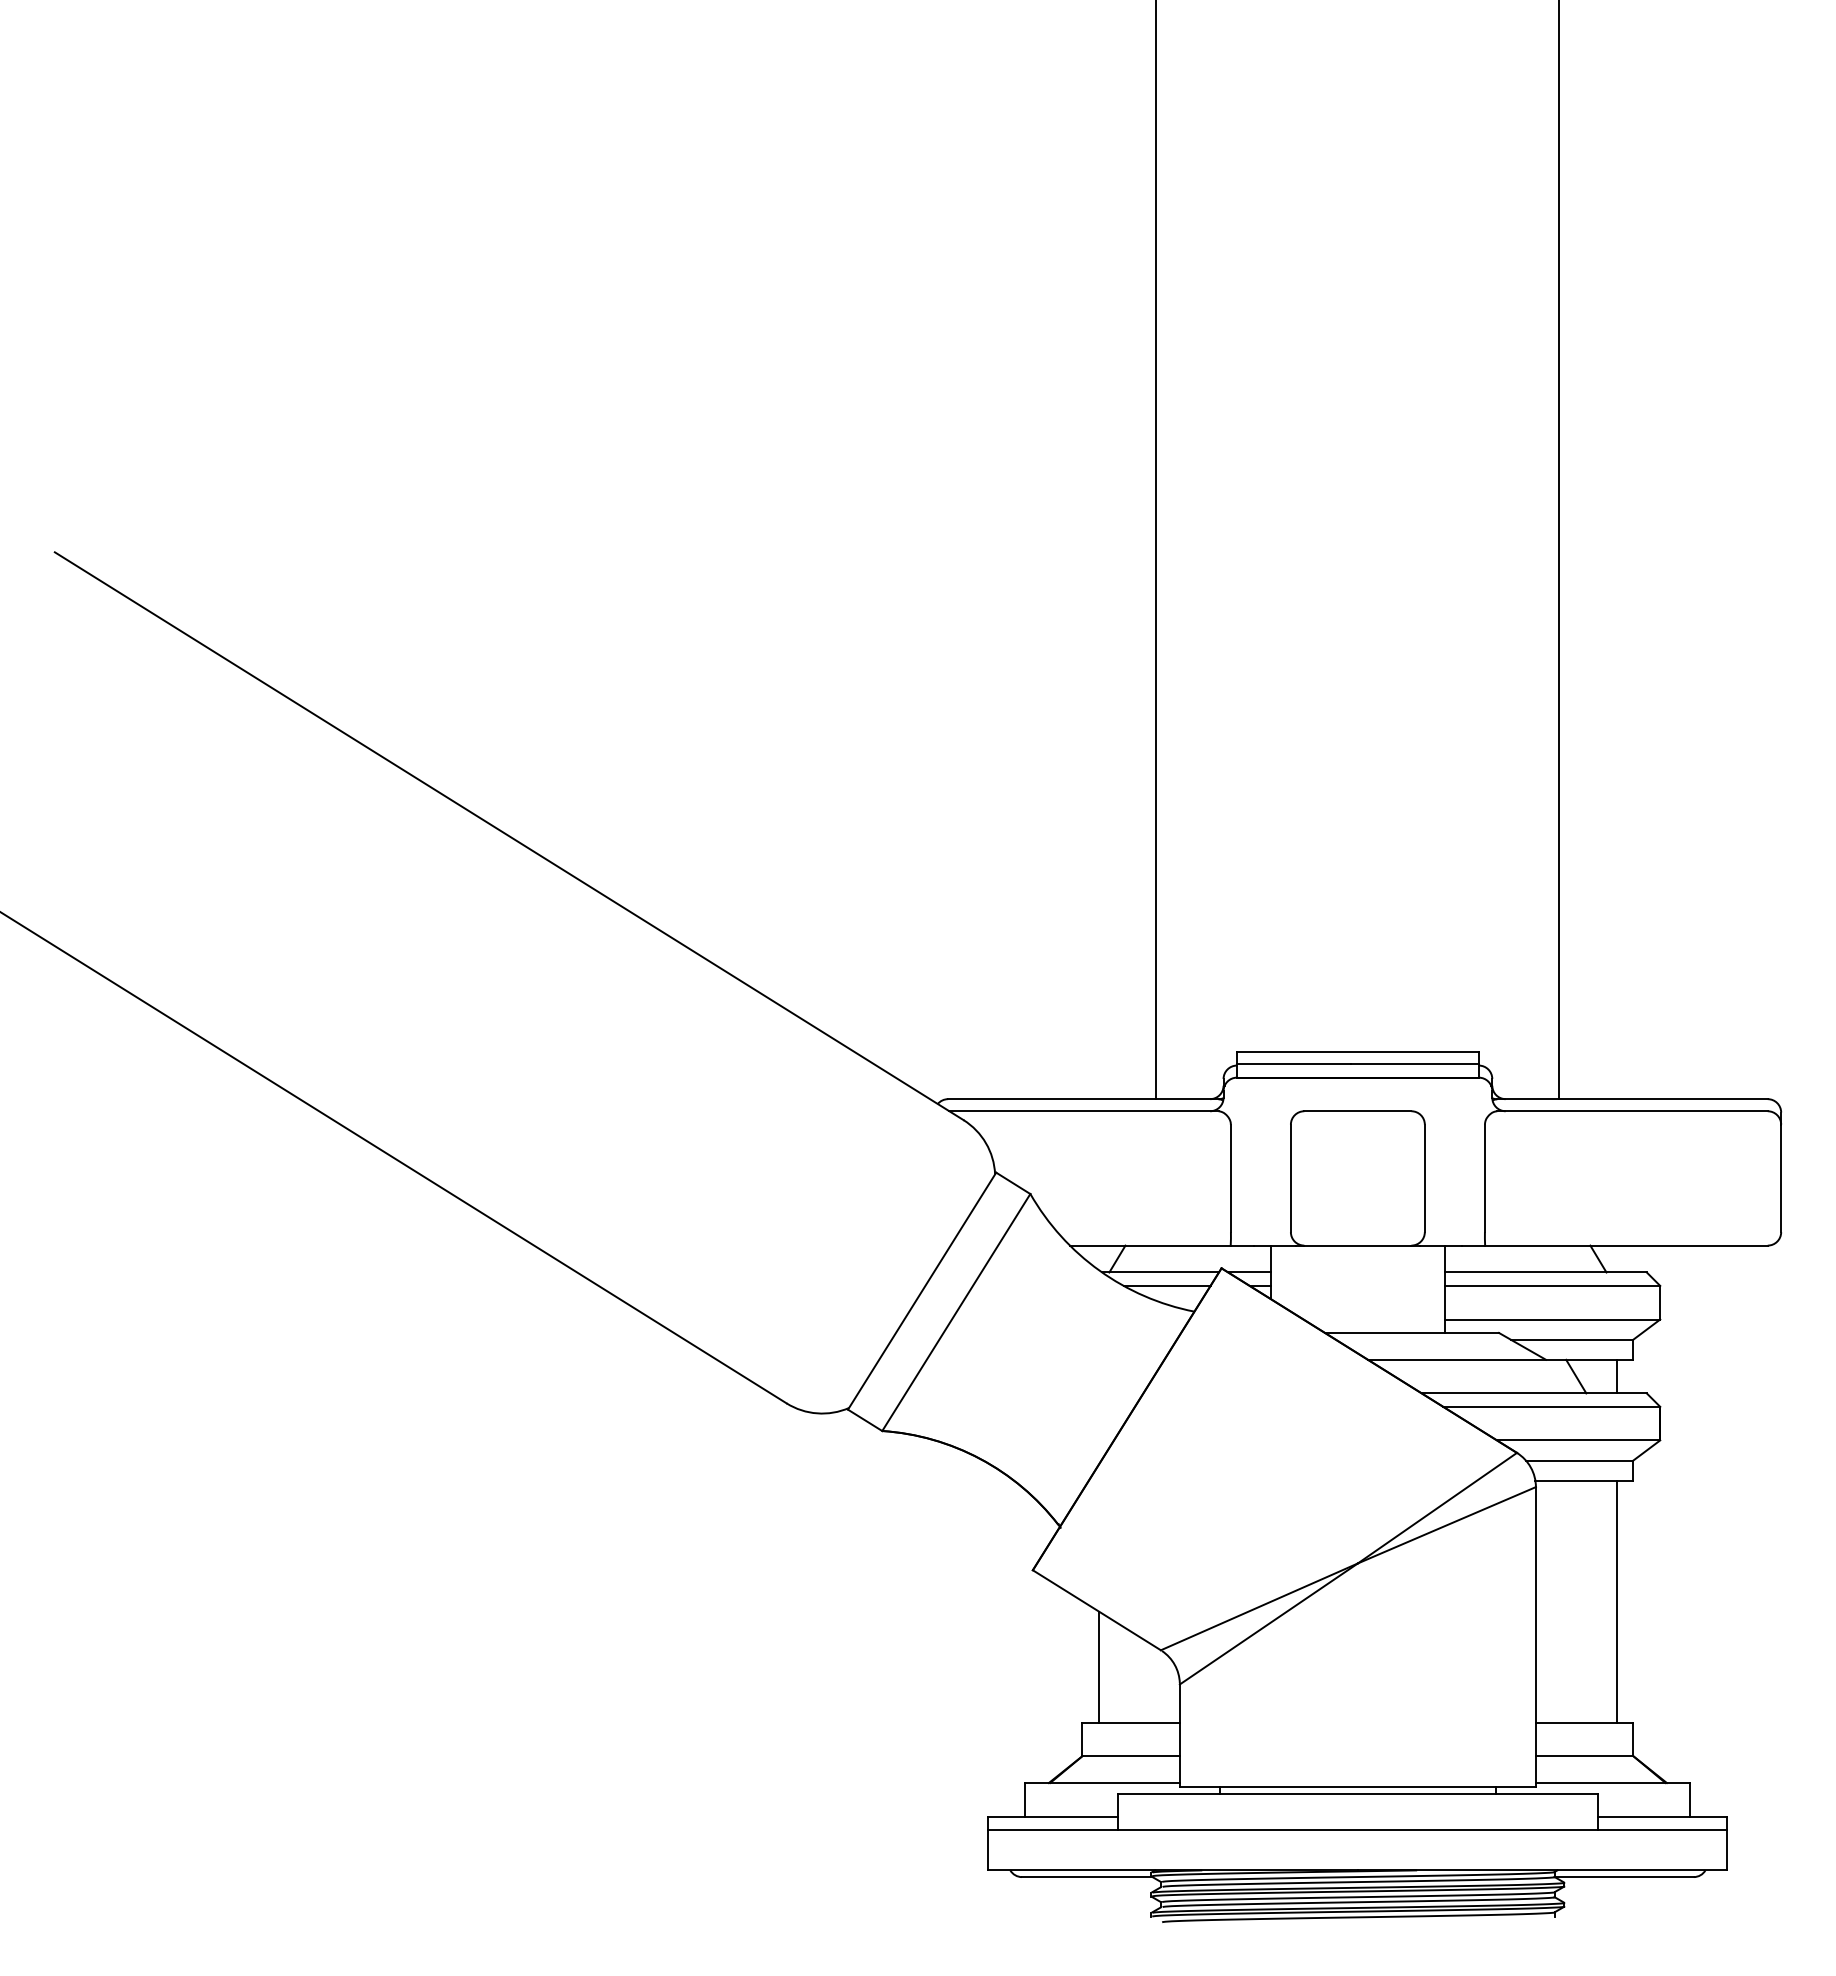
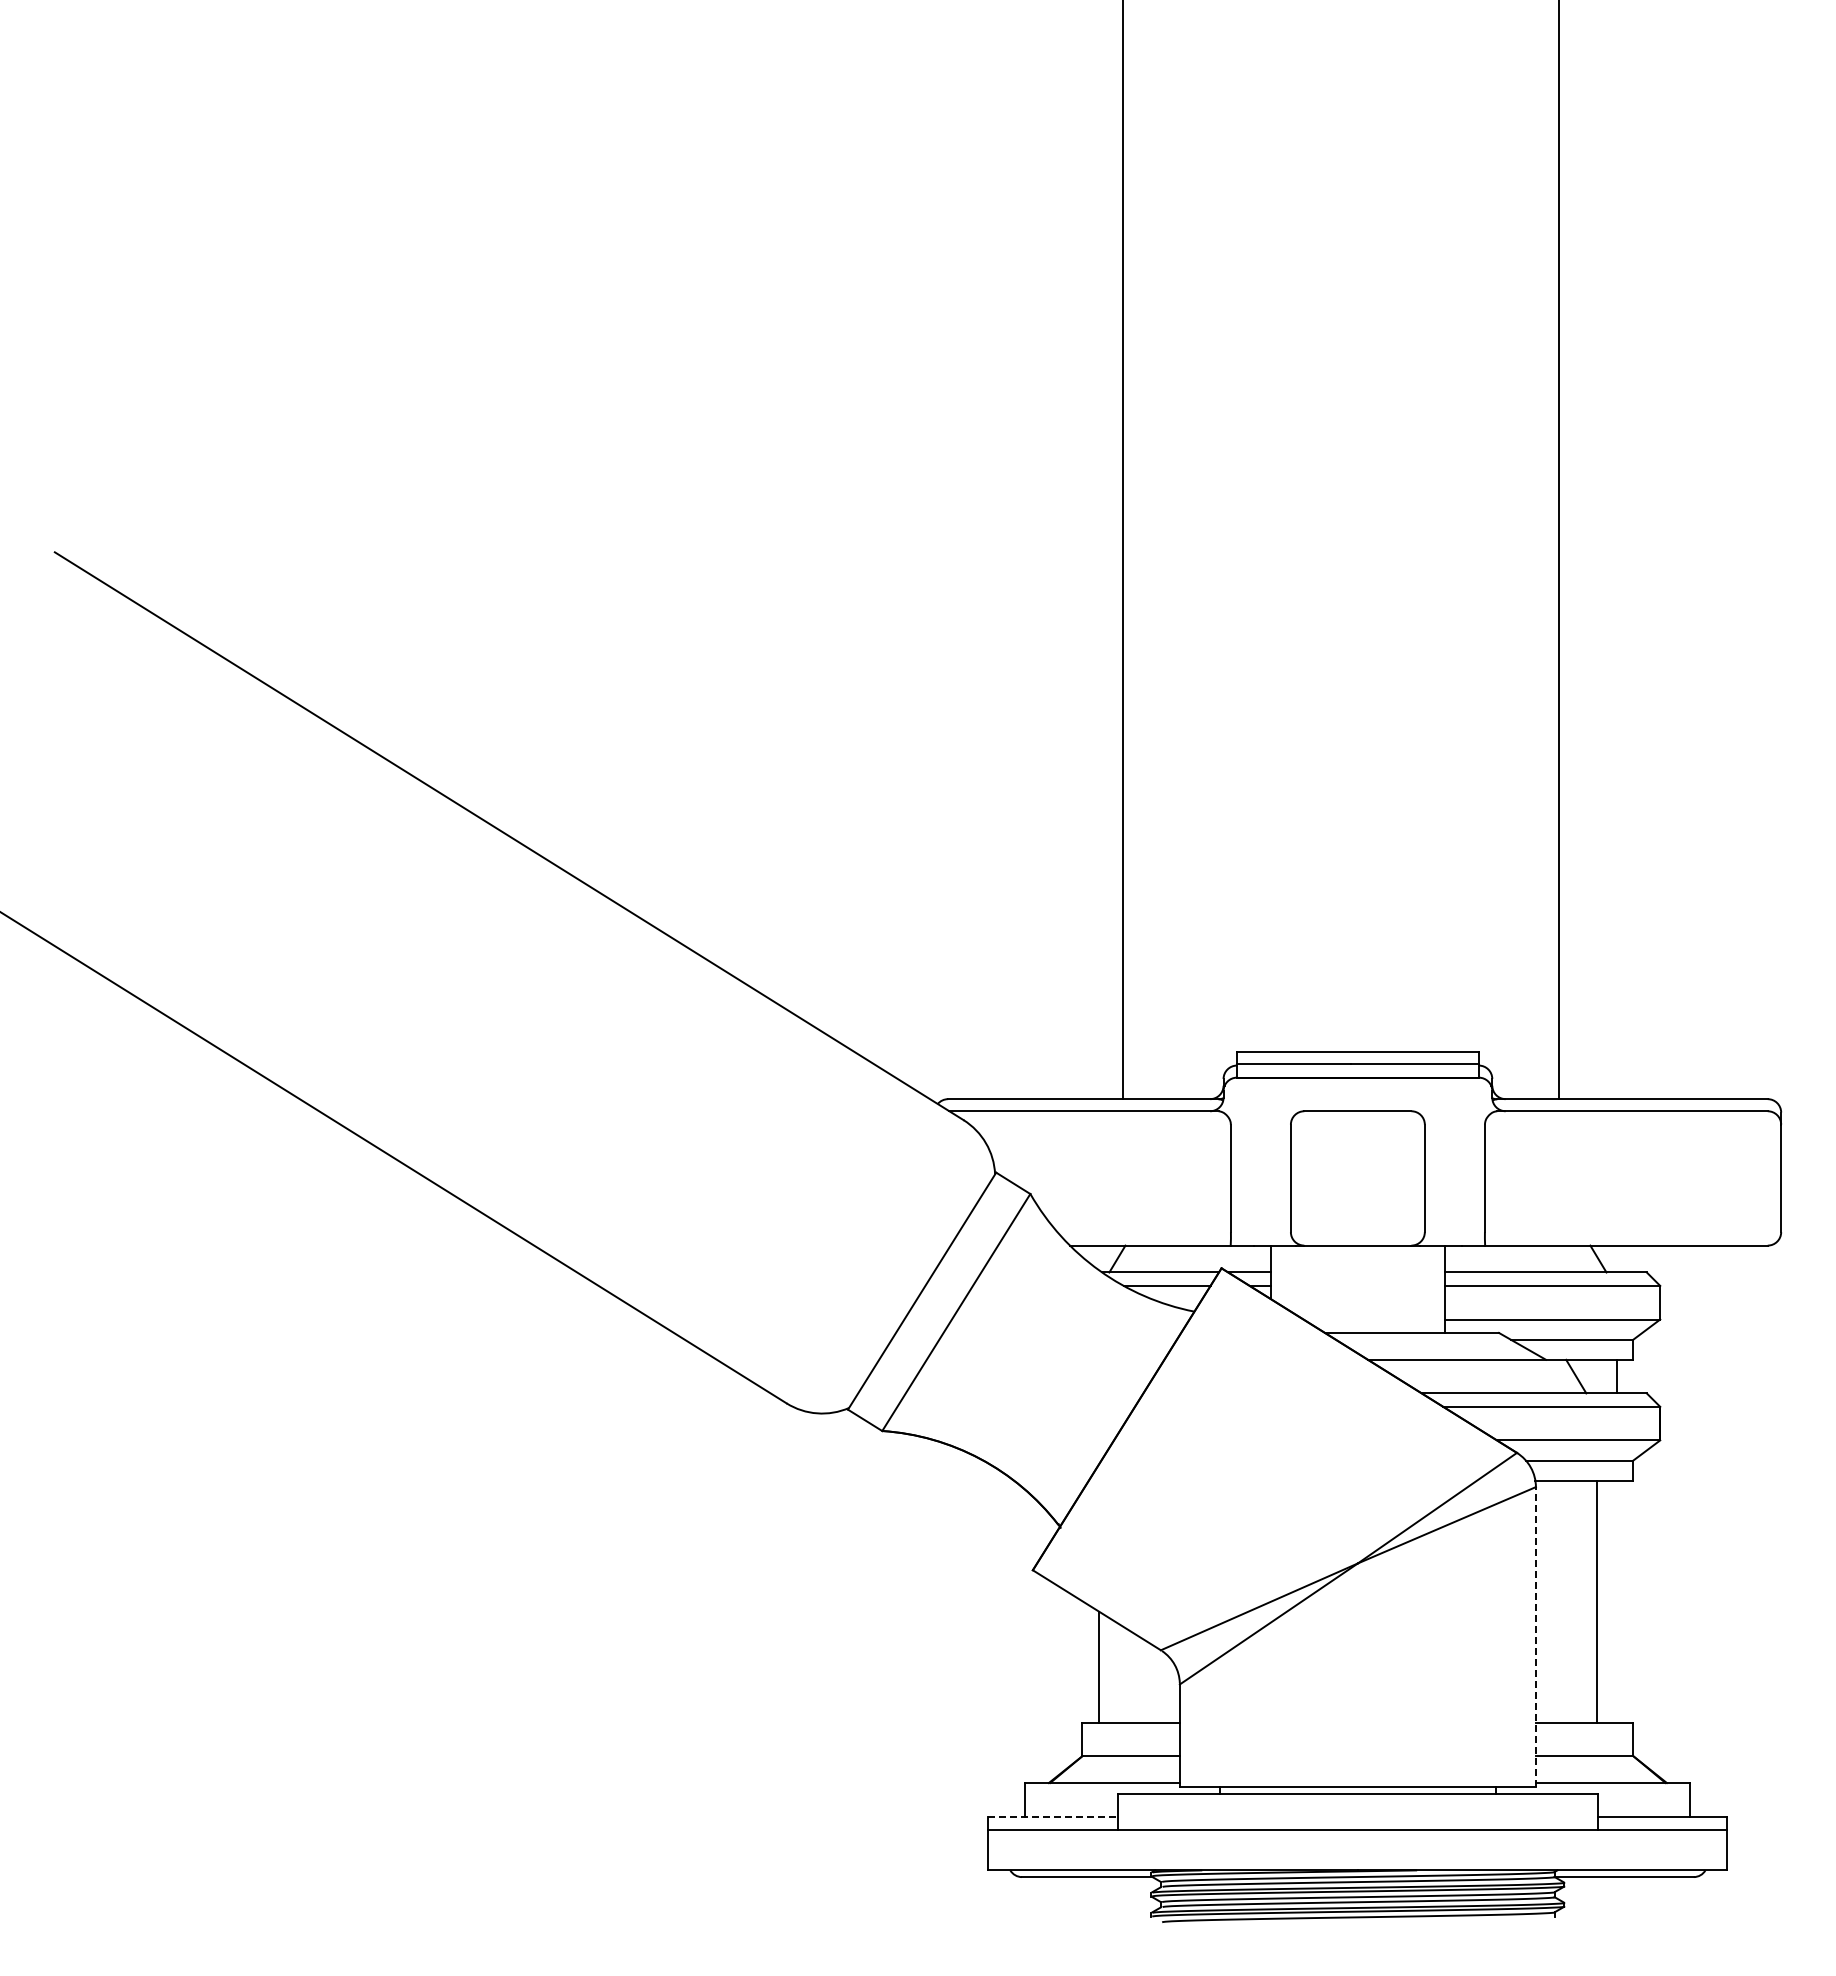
line at (1156, 550) position: (1156, 550) -> (1123, 550)
line at (1616, 1601) position: (1616, 1601) -> (1596, 1601)
line at (1535, 1637): solid -> dashed
line at (1053, 1816): solid -> dashed
